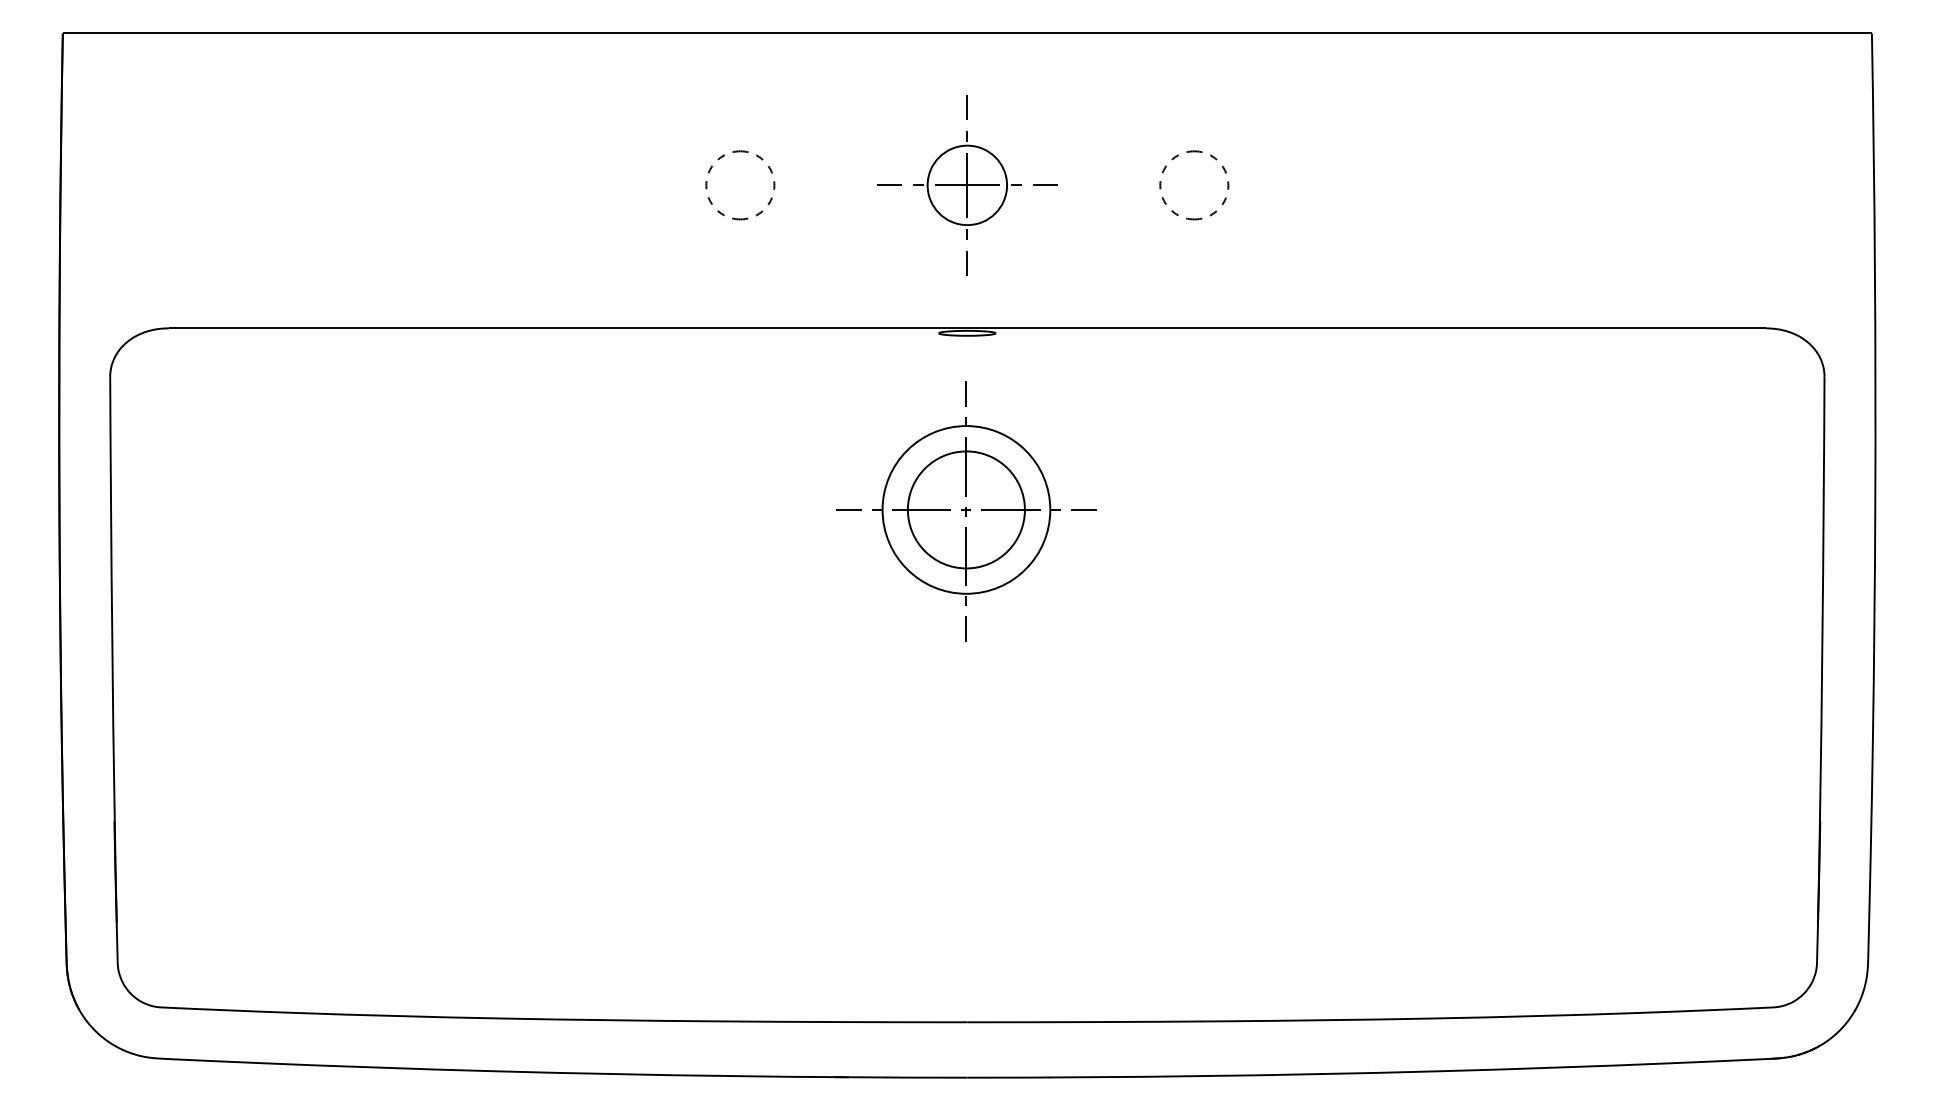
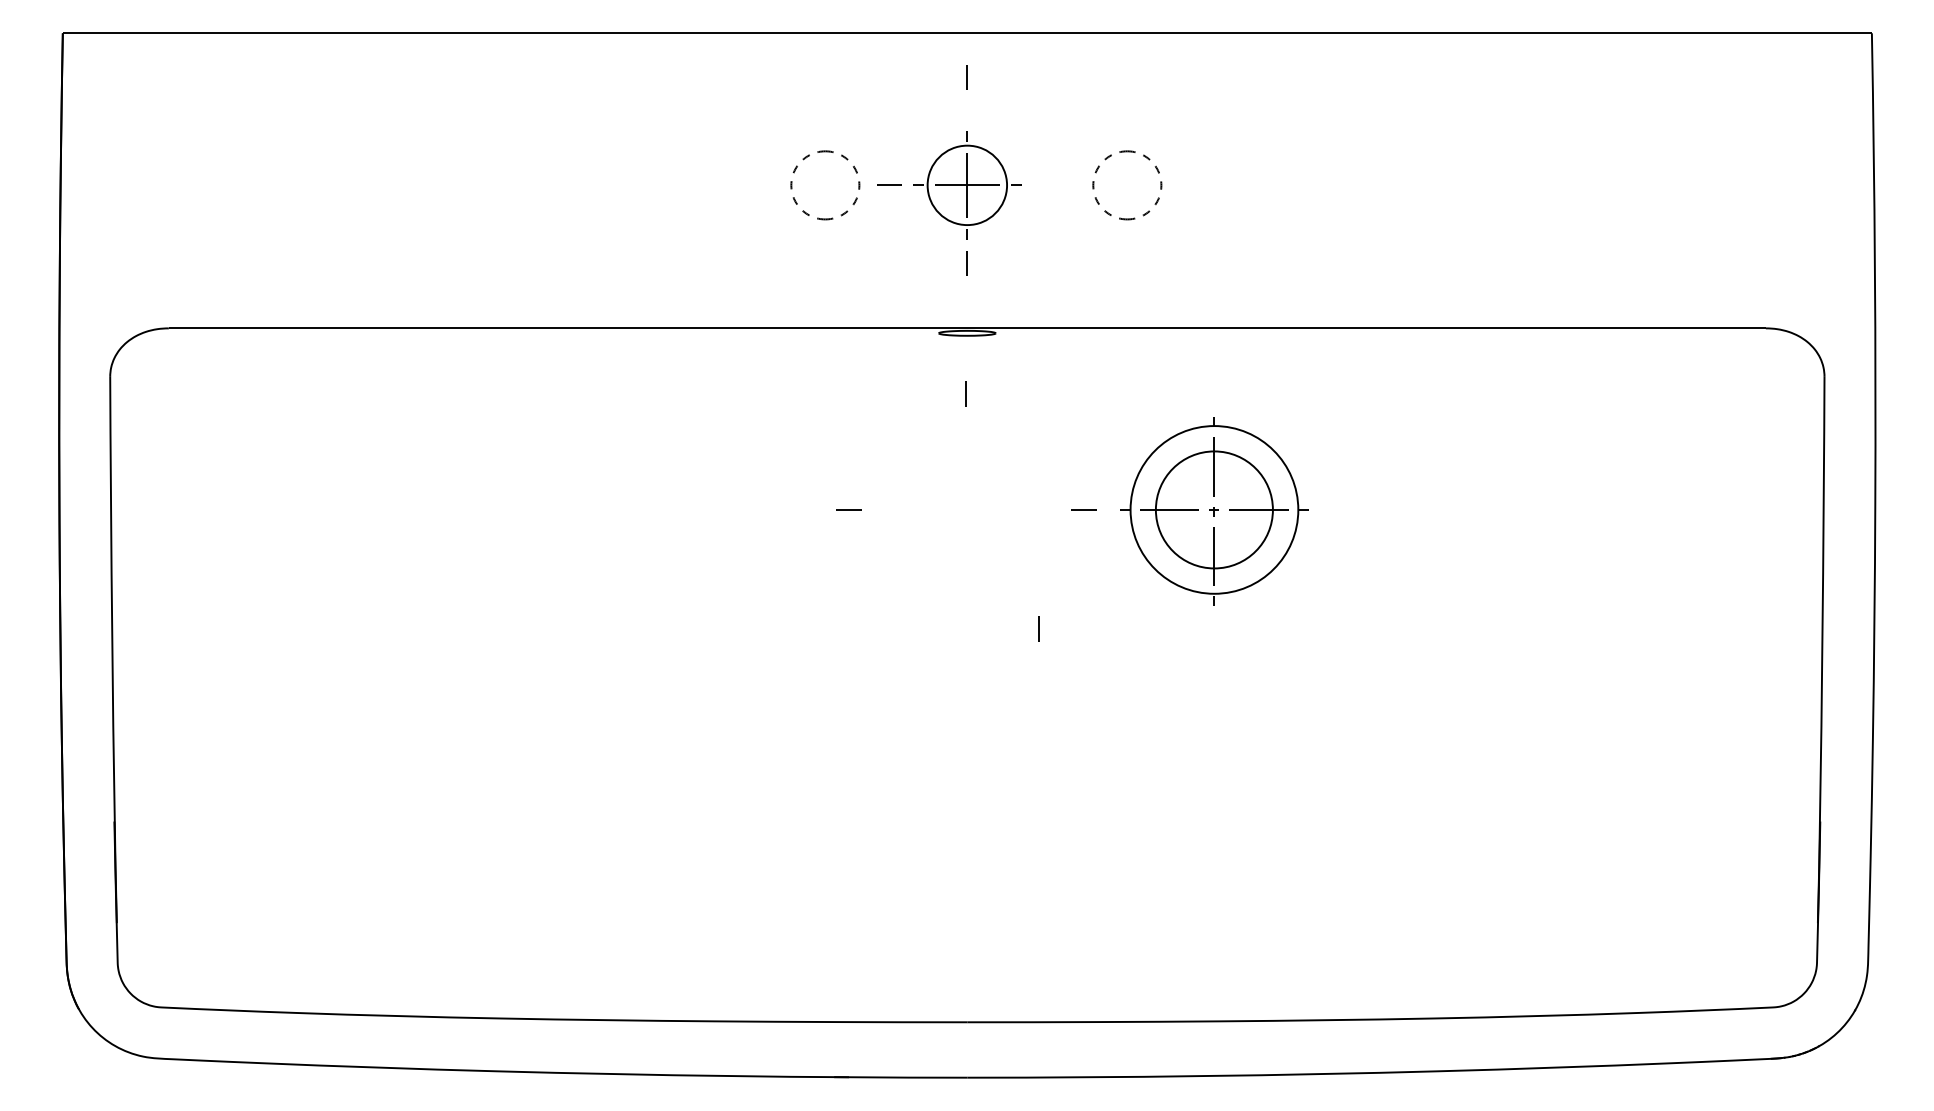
line at (966, 107) position: (966, 107) -> (966, 77)
part at (1223, 170) position: (1223, 170) -> (1156, 170)
line at (1045, 184): present -> none
part at (769, 200) position: (769, 200) -> (854, 200)
part at (966, 511) position: (966, 511) -> (1214, 511)
line at (965, 628) position: (965, 628) -> (1038, 628)
